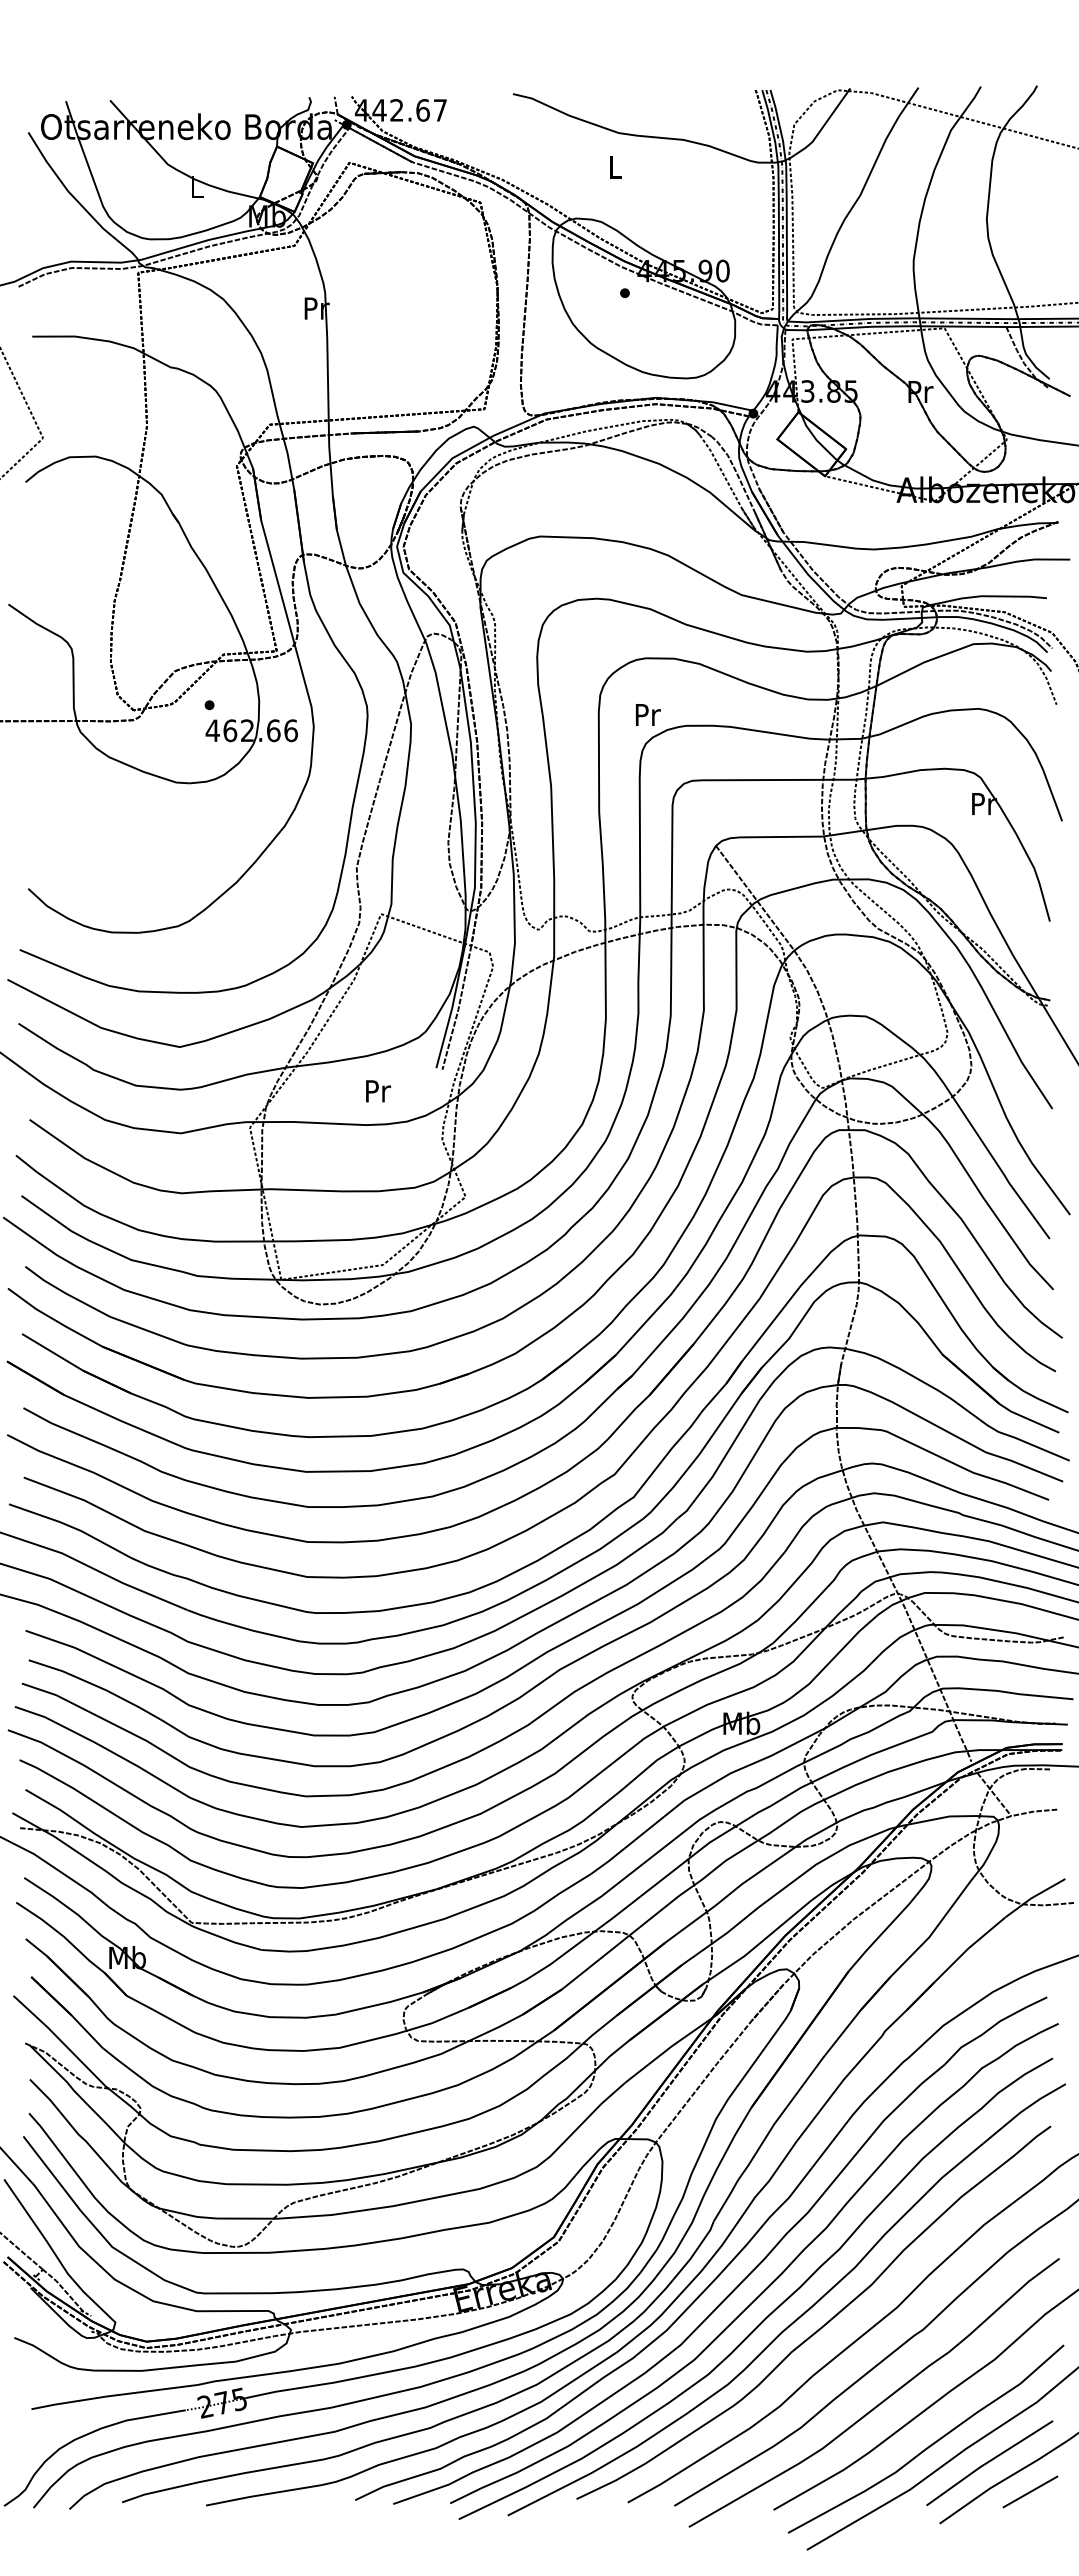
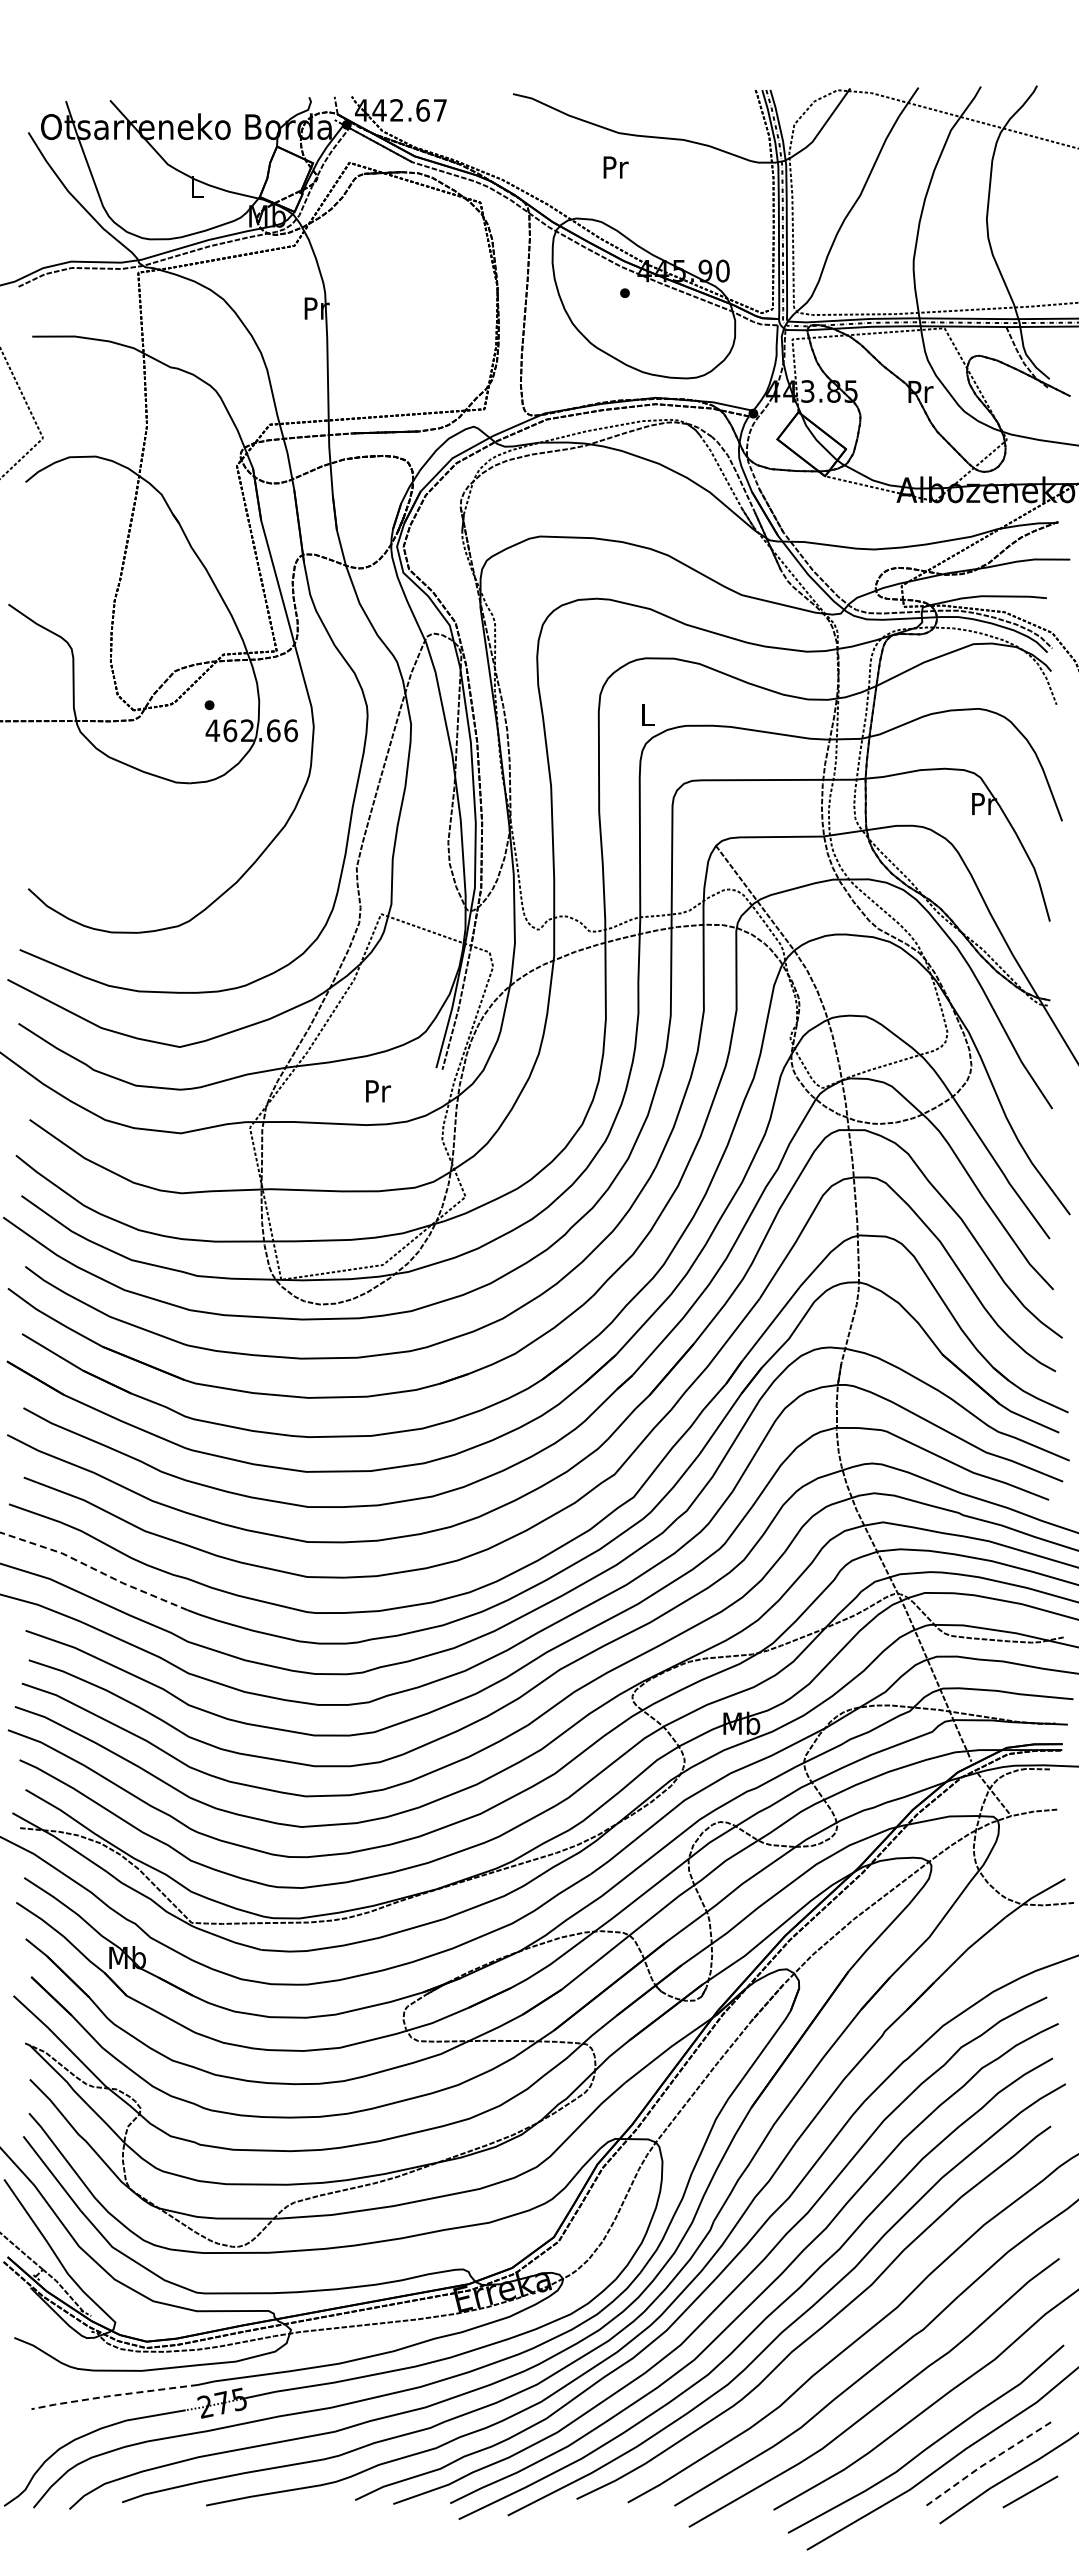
text at (615, 167): L -> Pr
text at (647, 715): Pr -> L
line at (94, 1569): solid -> dashed
line at (113, 2395): solid -> dashed
line at (988, 2462): solid -> dashed
